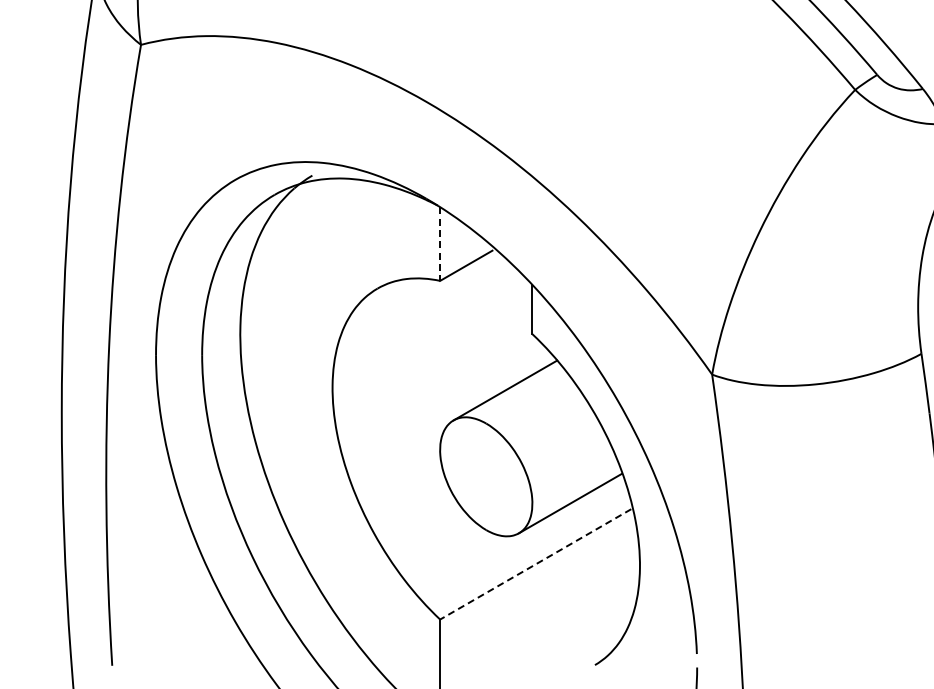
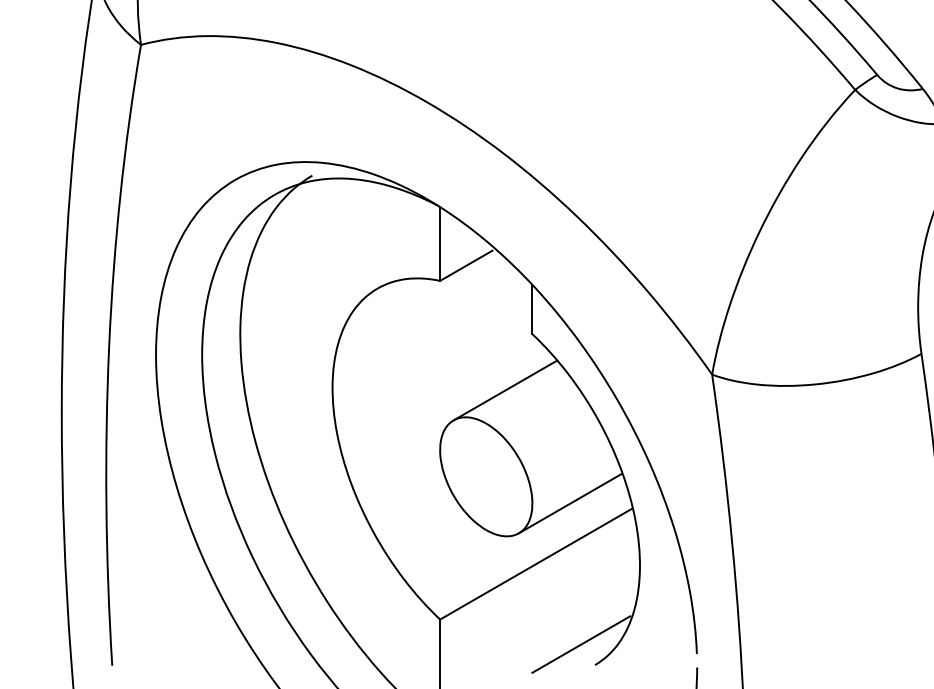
line at (440, 244): dashed -> solid
line at (535, 564): dashed -> solid
line at (581, 644): none -> present
